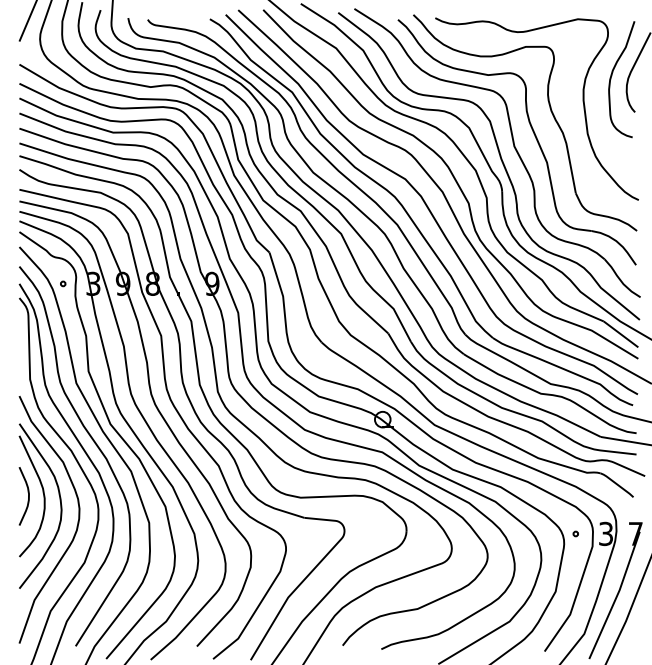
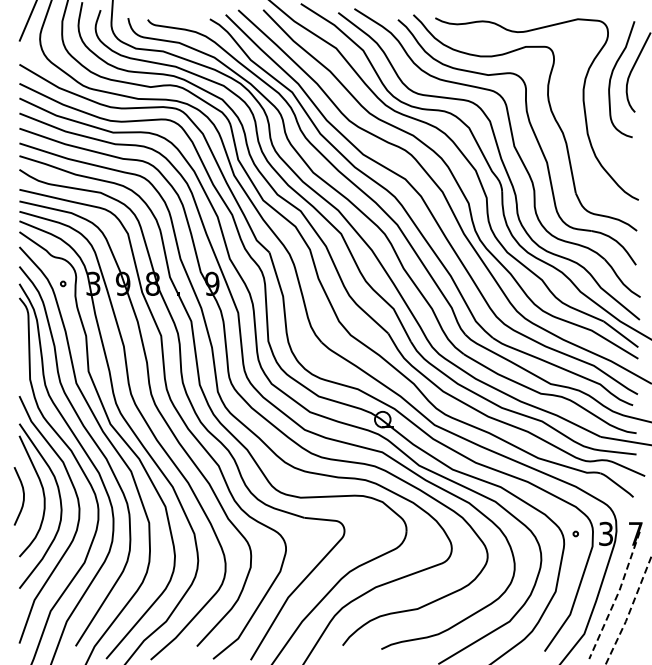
curve at (28, 496) position: (28, 496) -> (23, 496)
line at (616, 596): solid -> dashed
line at (629, 611): solid -> dashed
